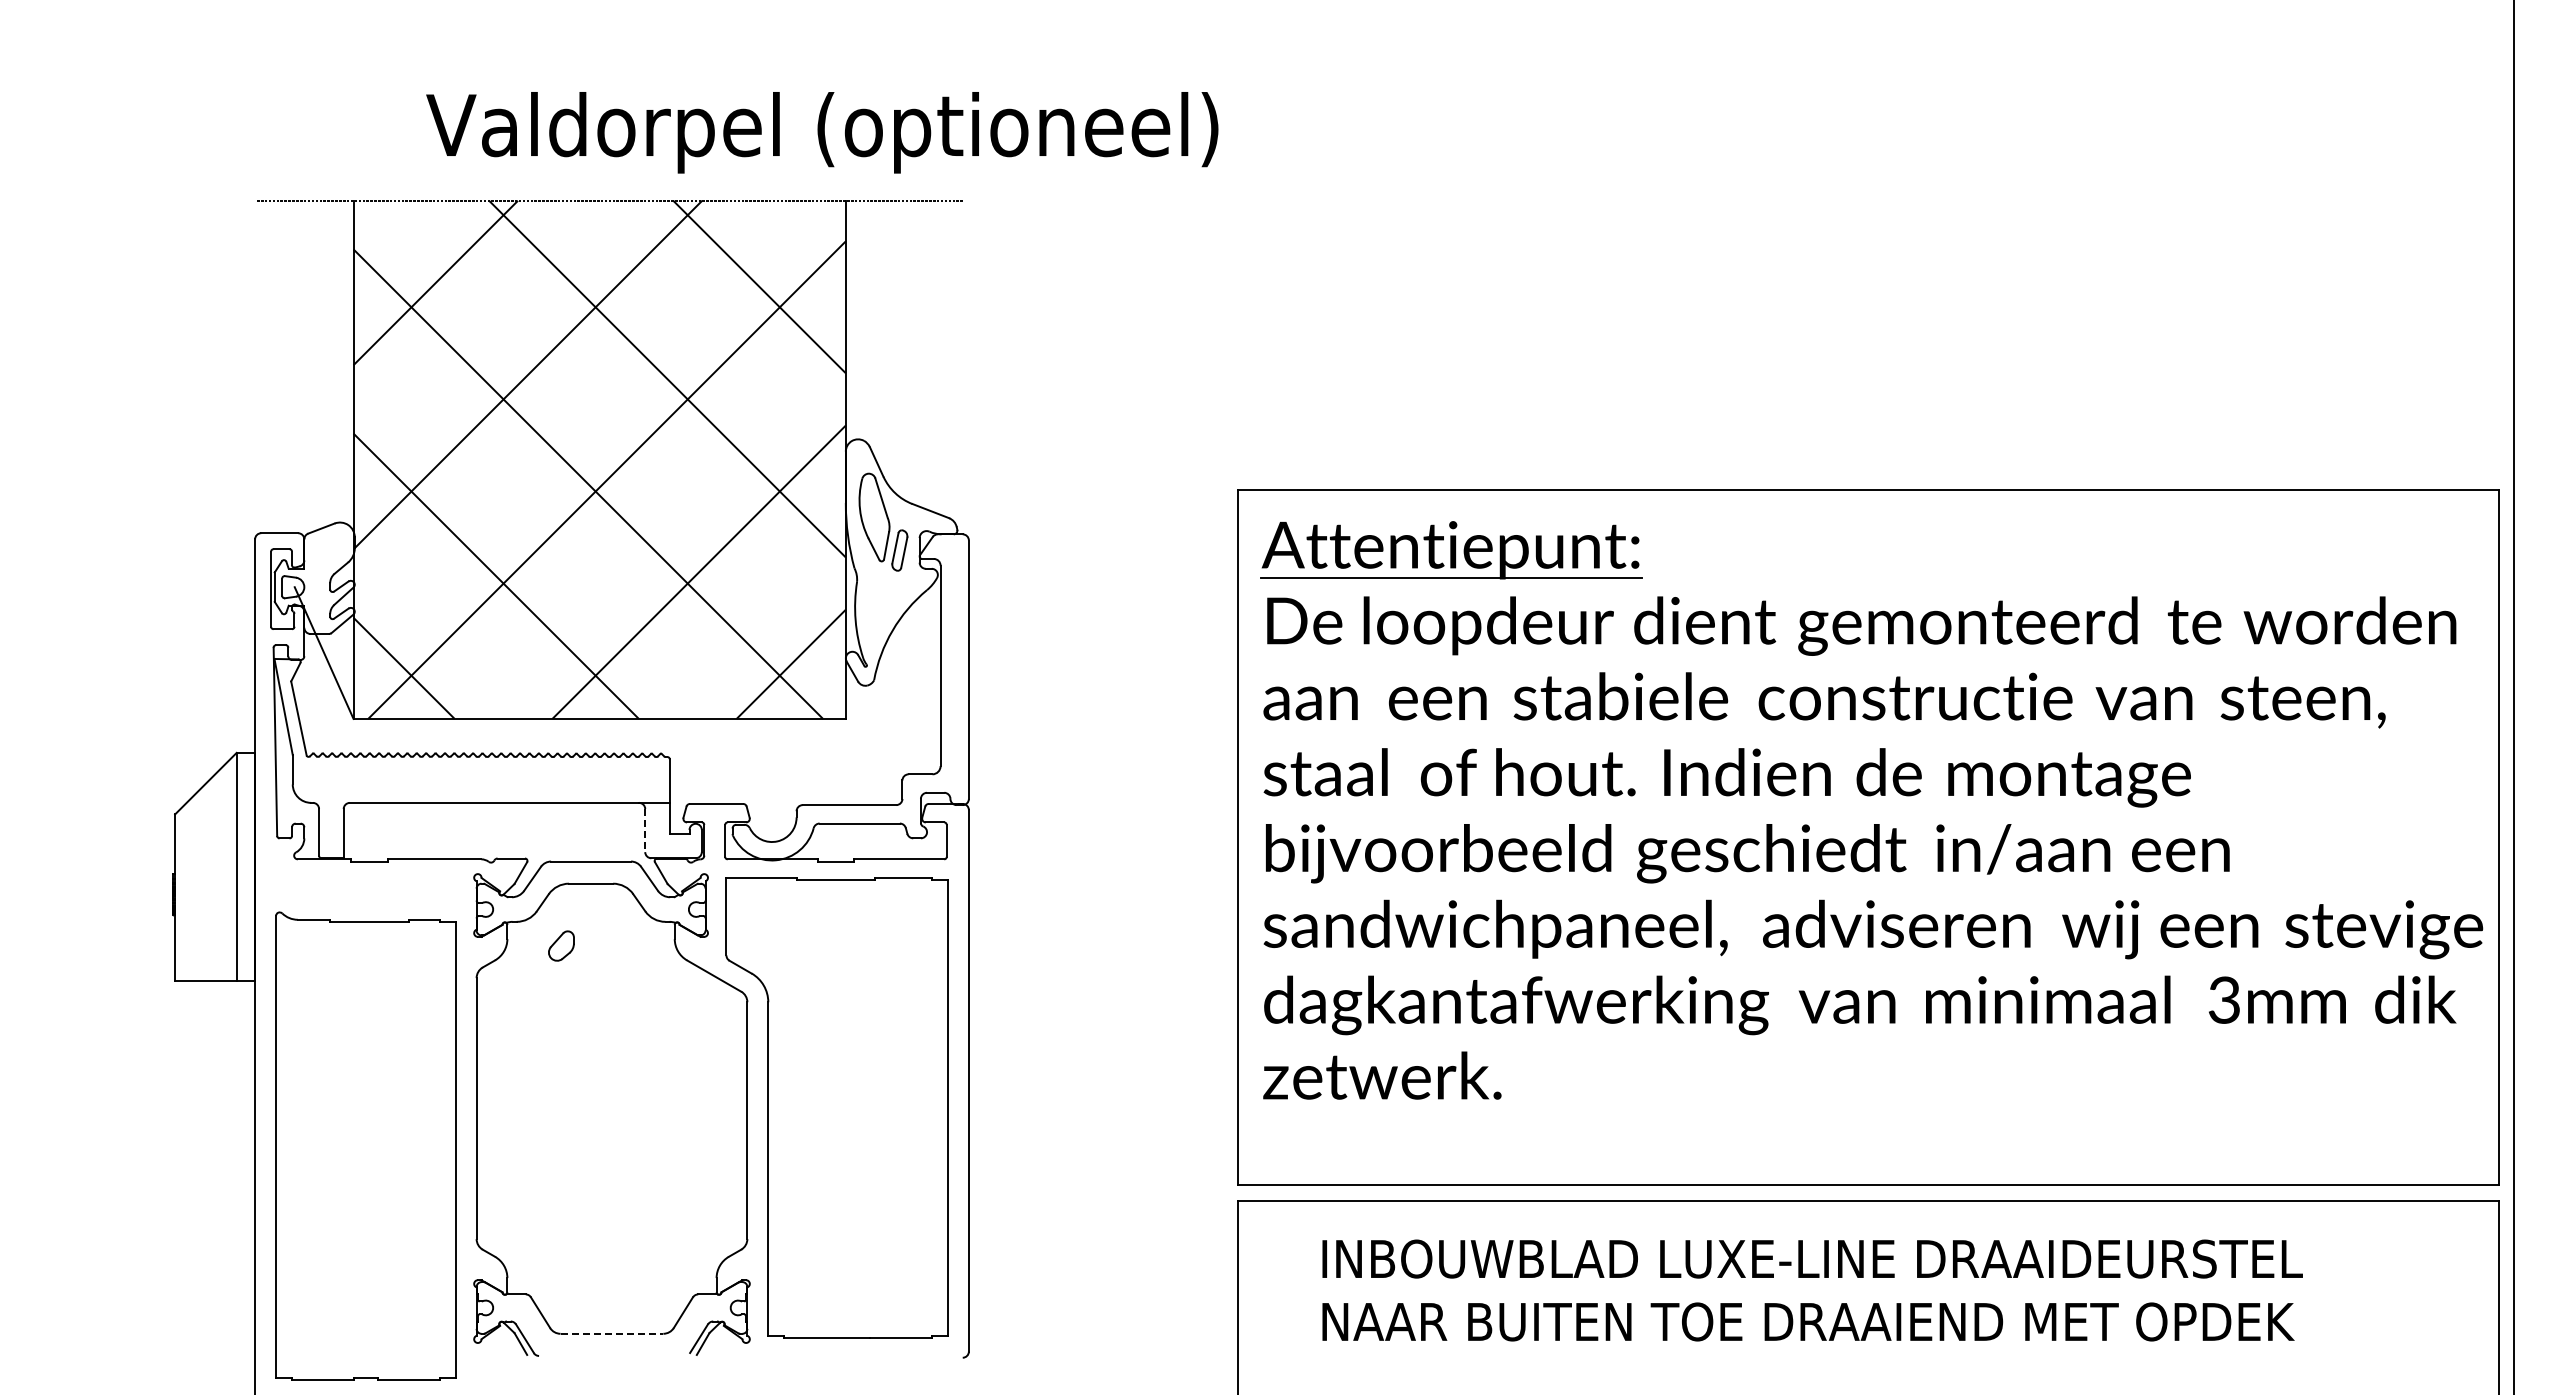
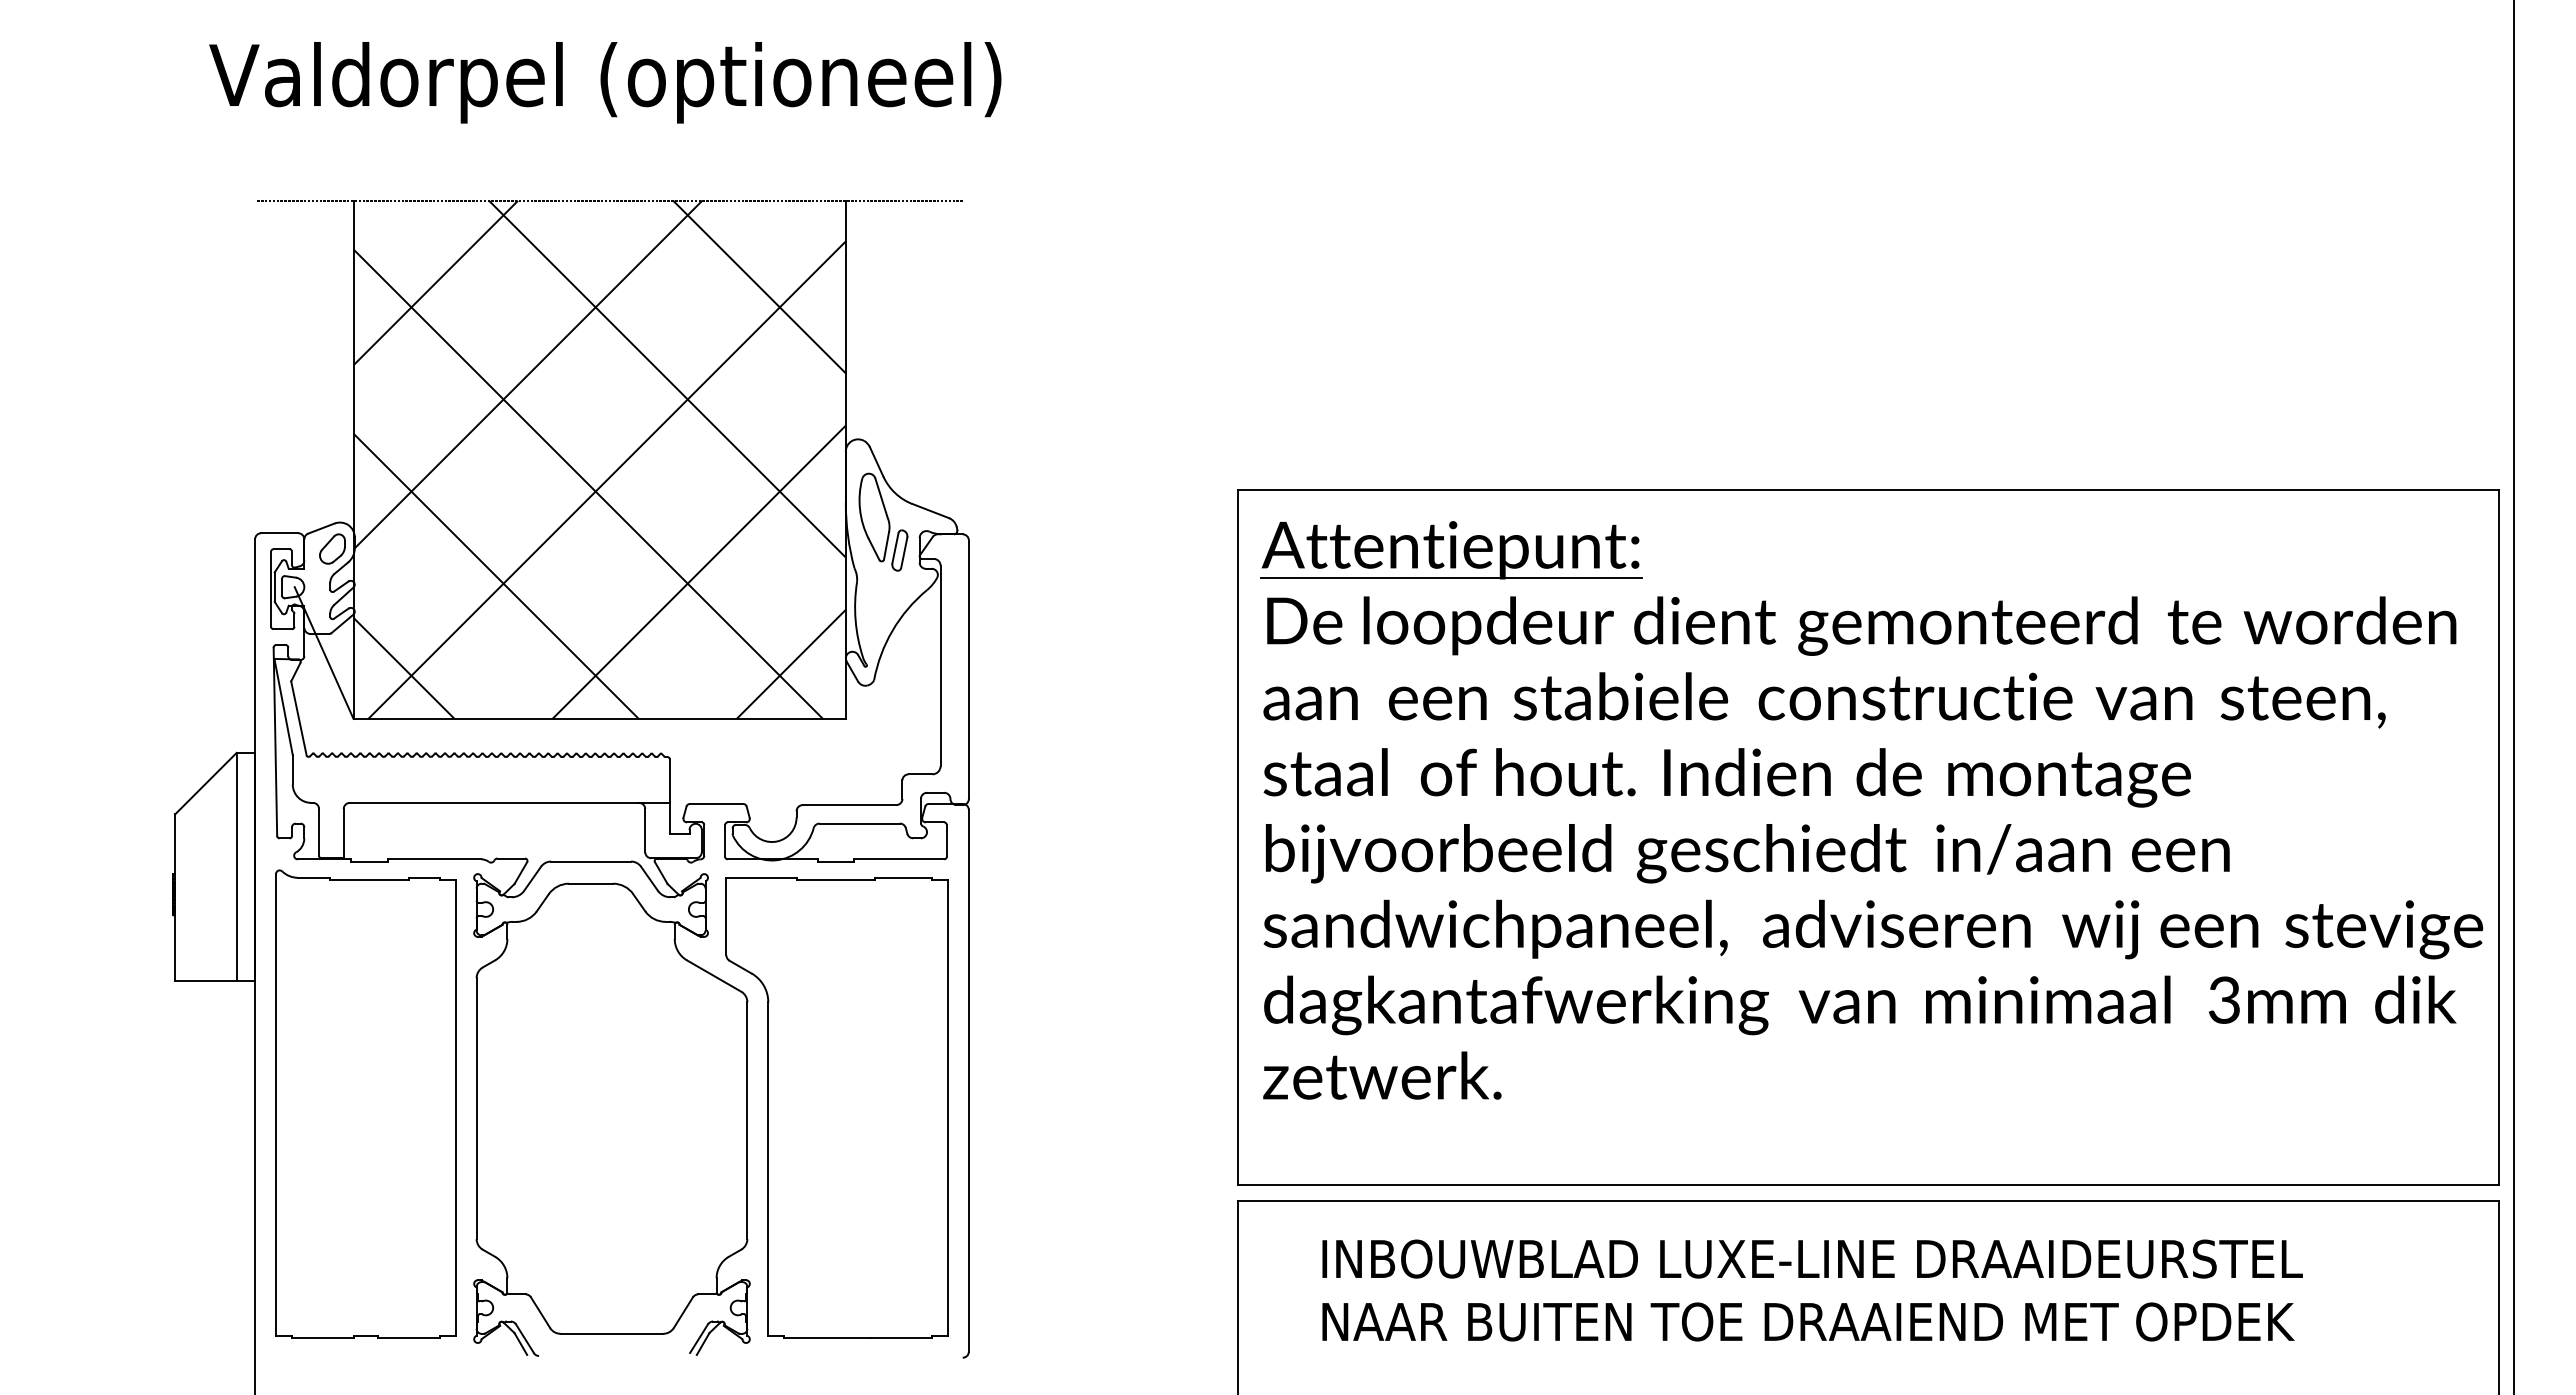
text at (822, 132) position: (822, 132) -> (605, 82)
line at (645, 830): dashed -> solid
part at (561, 945) position: (561, 945) -> (332, 548)
part at (365, 1145) position: (365, 1145) -> (365, 1103)
line at (612, 1333): dashed -> solid
